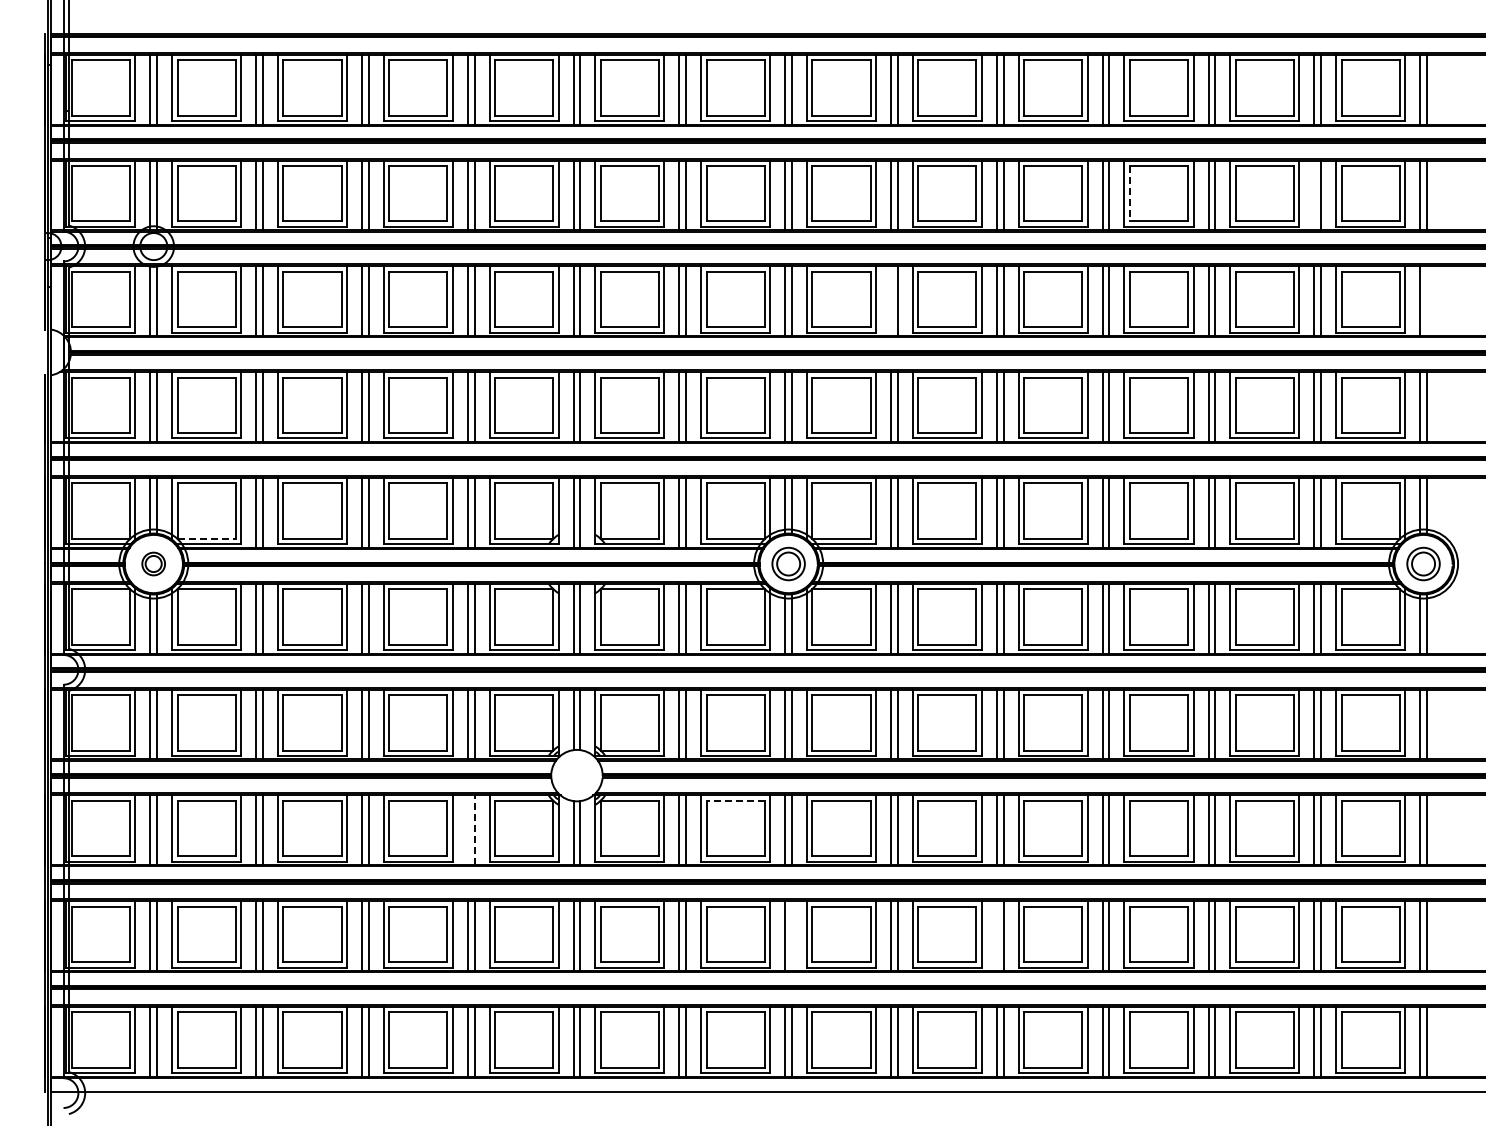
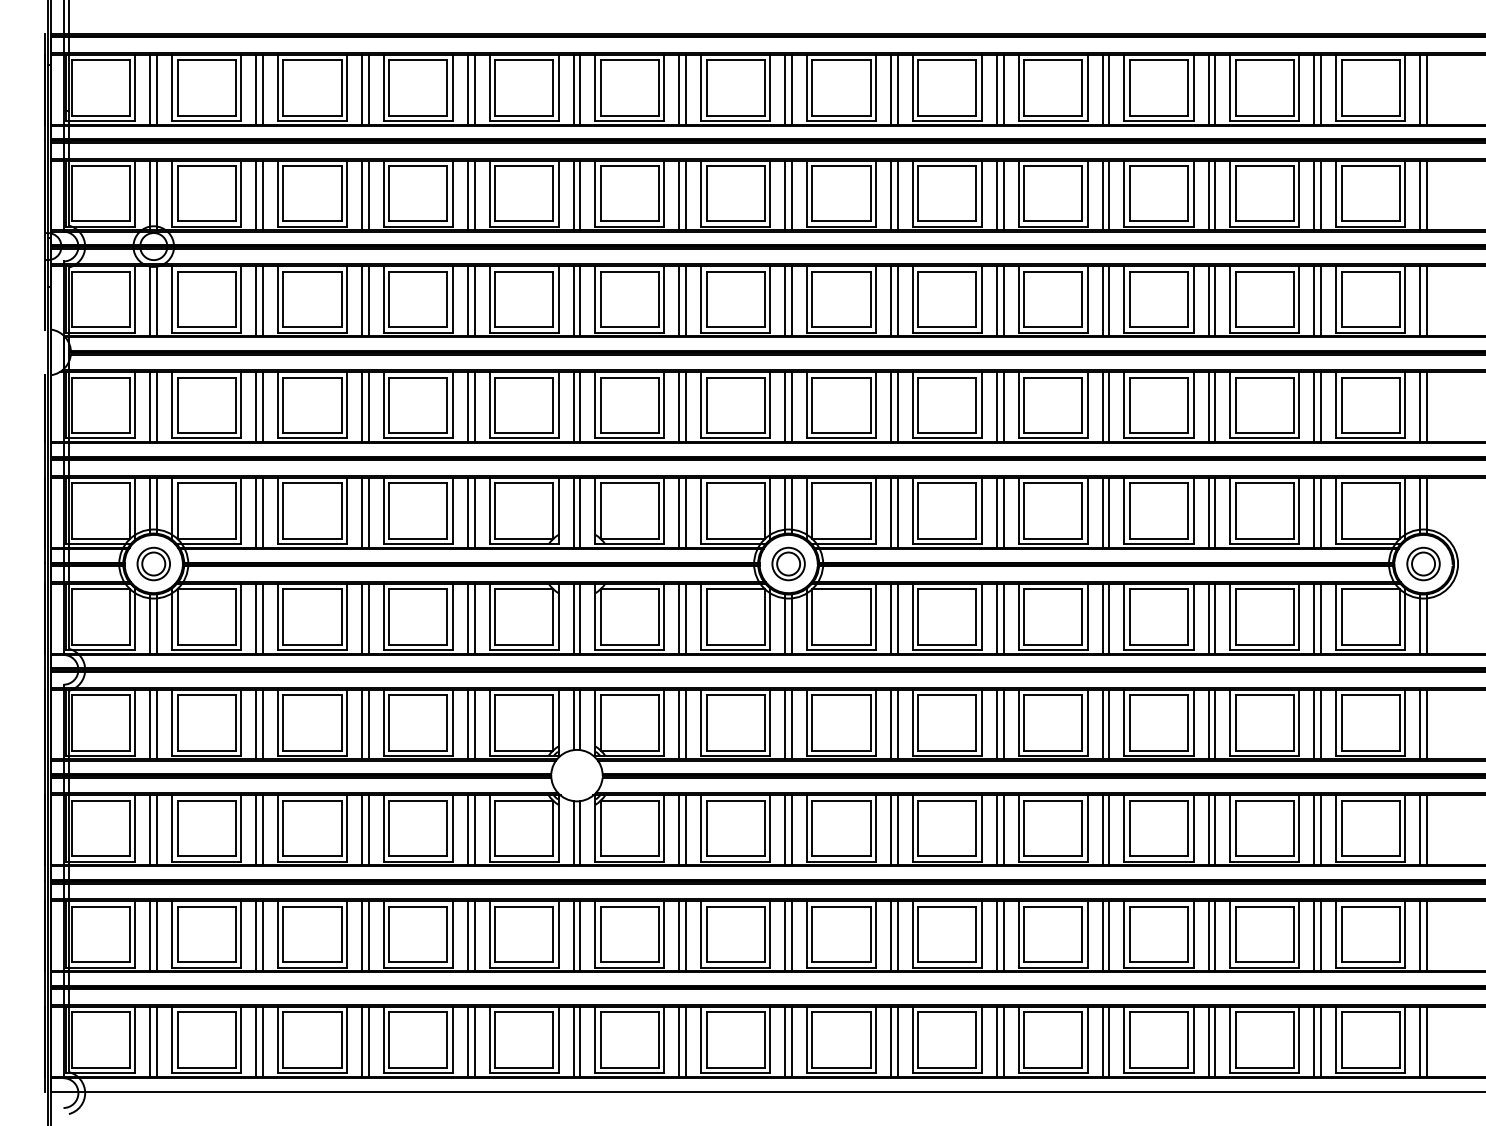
line at (1129, 193): dashed -> solid
line at (1314, 195): none -> present
line at (891, 301): none -> present
line at (1426, 301): none -> present
line at (207, 538): dashed -> solid
part at (153, 563) size: 25x26 px -> 35x36 px
line at (735, 800): dashed -> solid
line at (467, 830): none -> present
line at (474, 830): dashed -> solid
line at (792, 936): none -> present
line at (996, 936): none -> present
